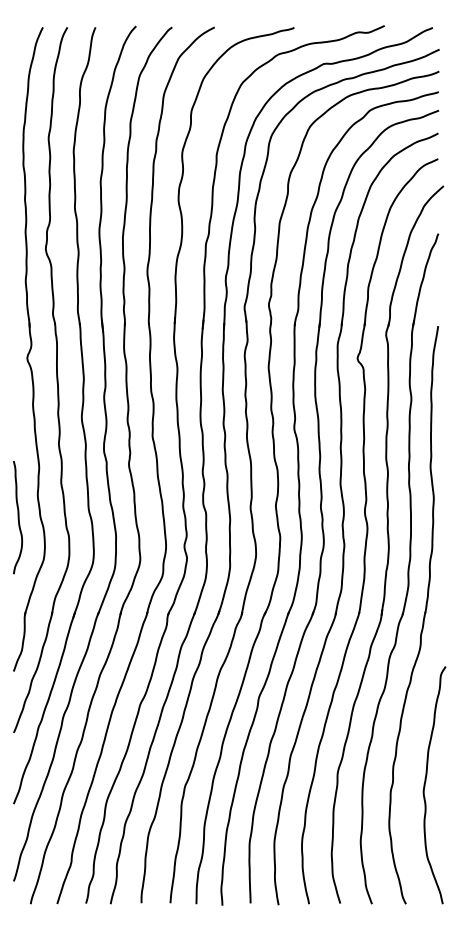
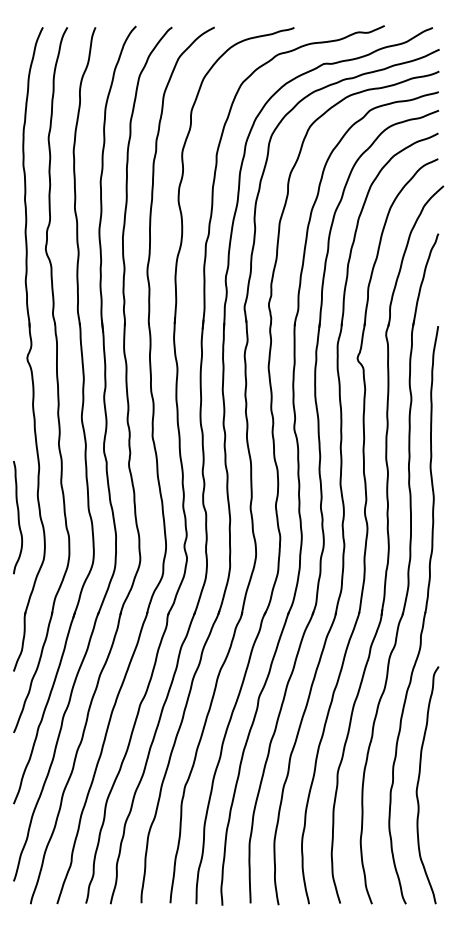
curve at (426, 781) position: (426, 781) -> (419, 781)
